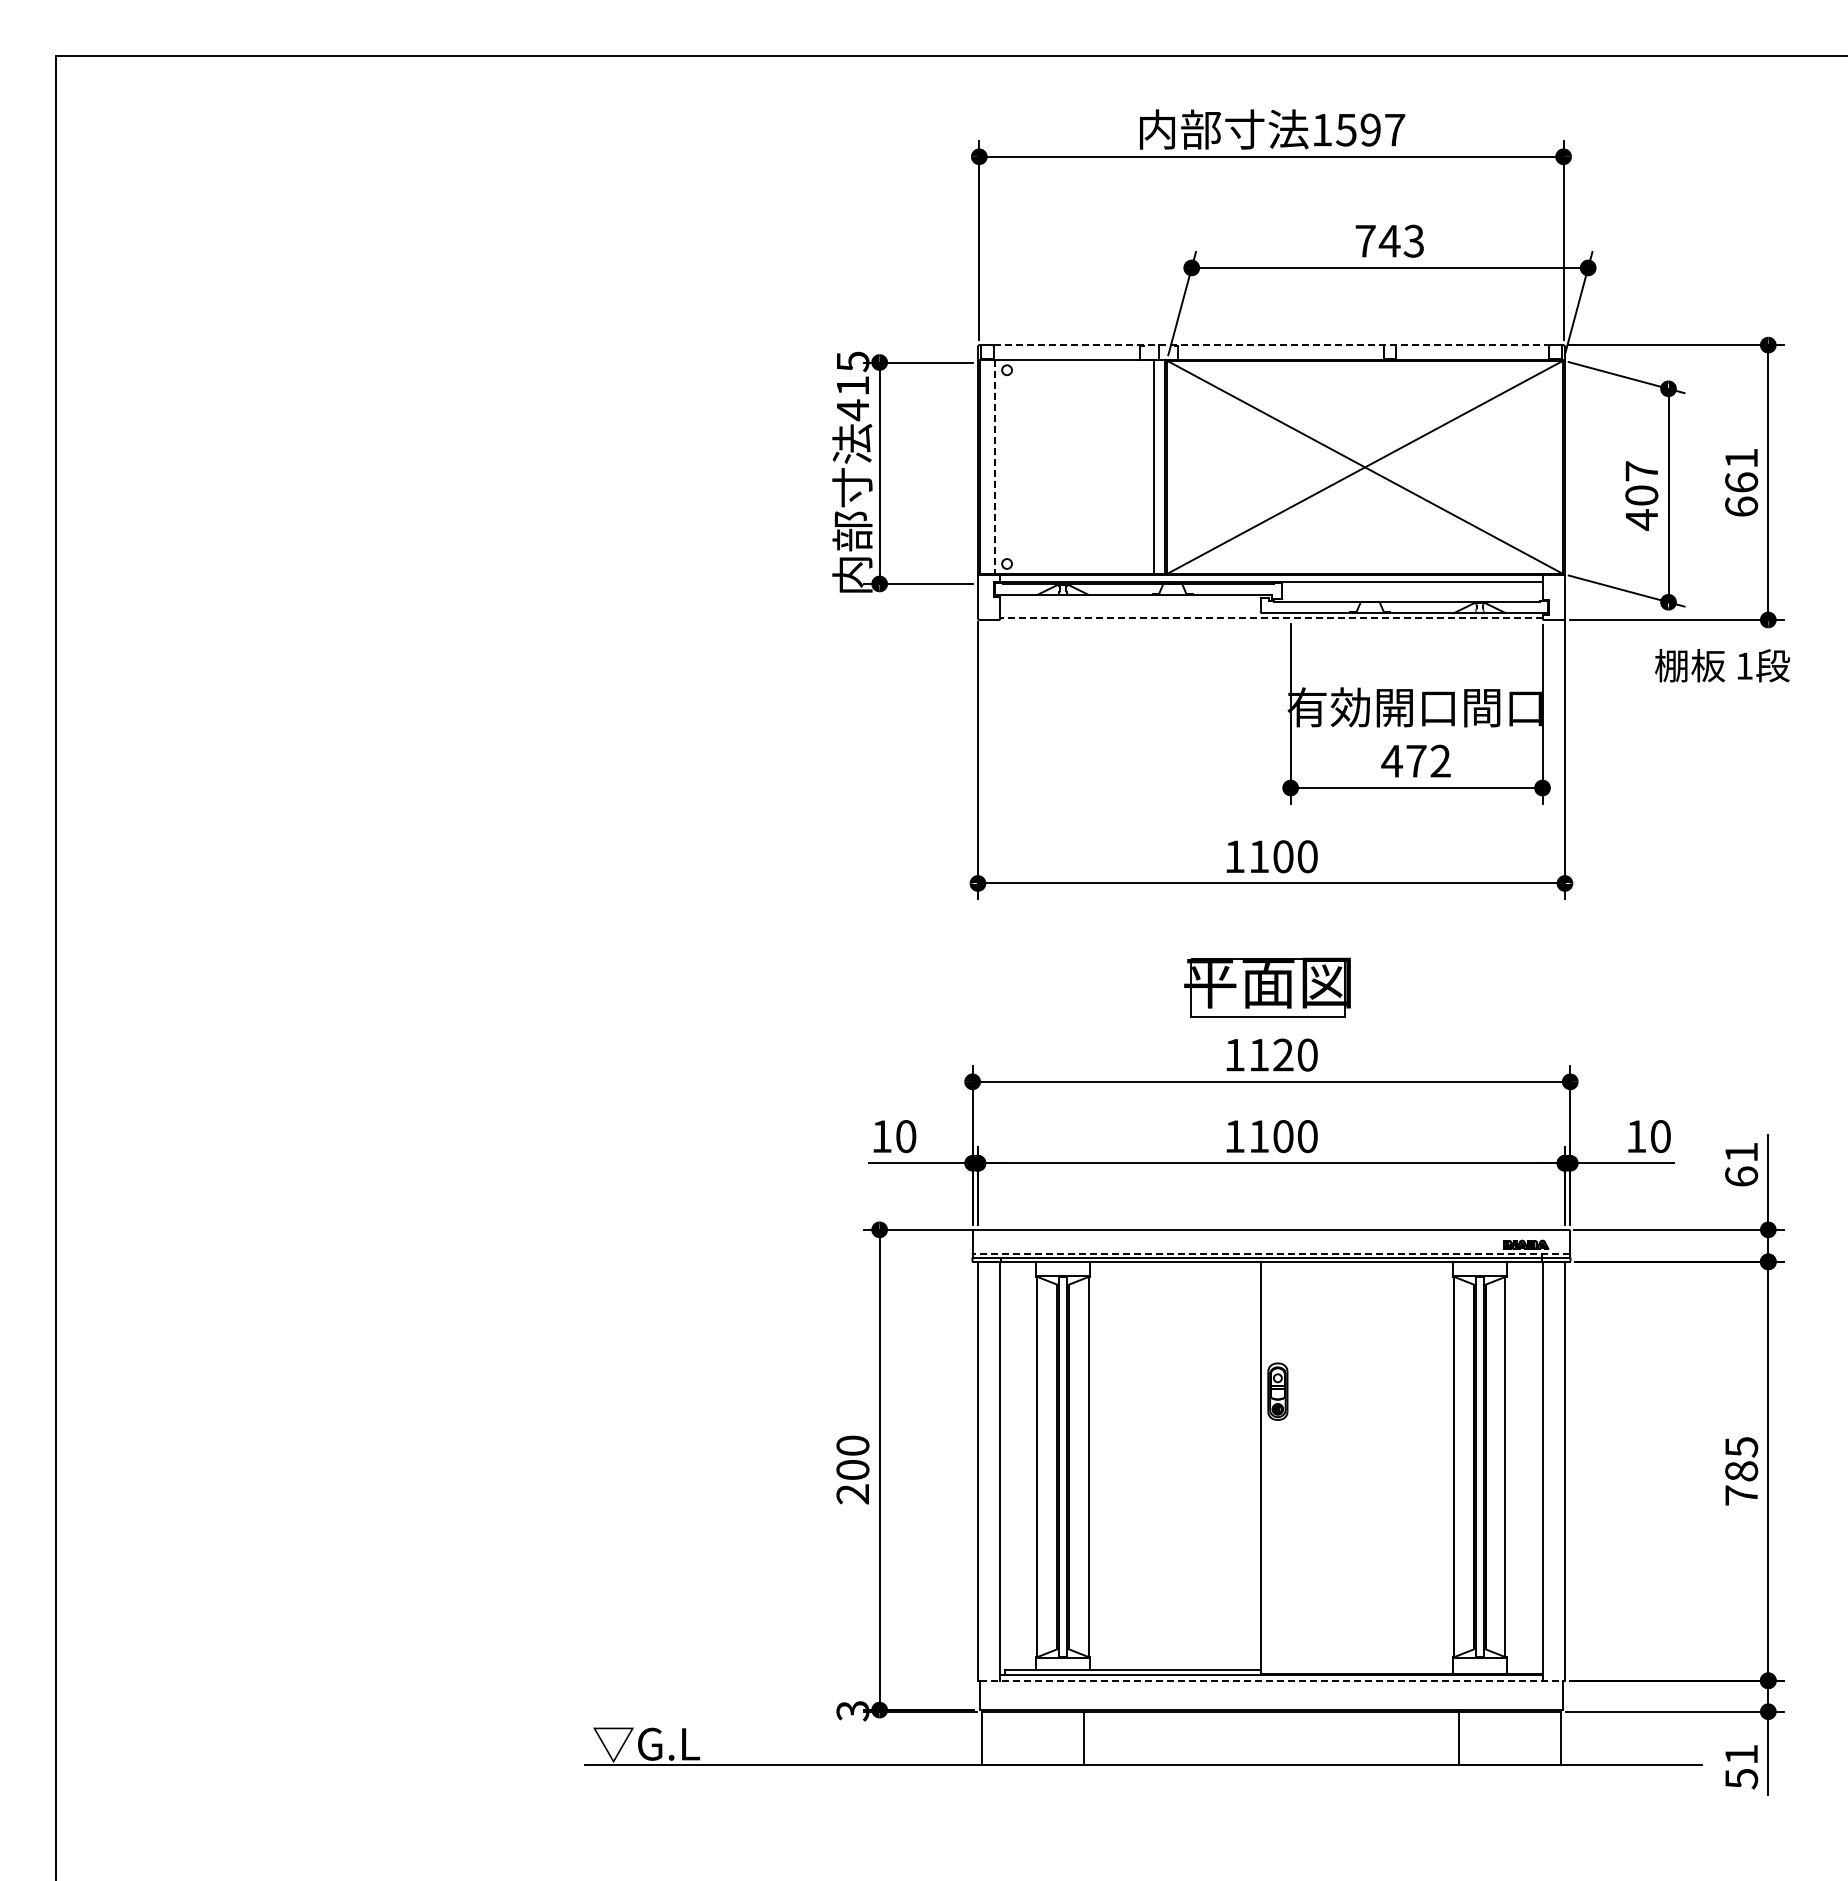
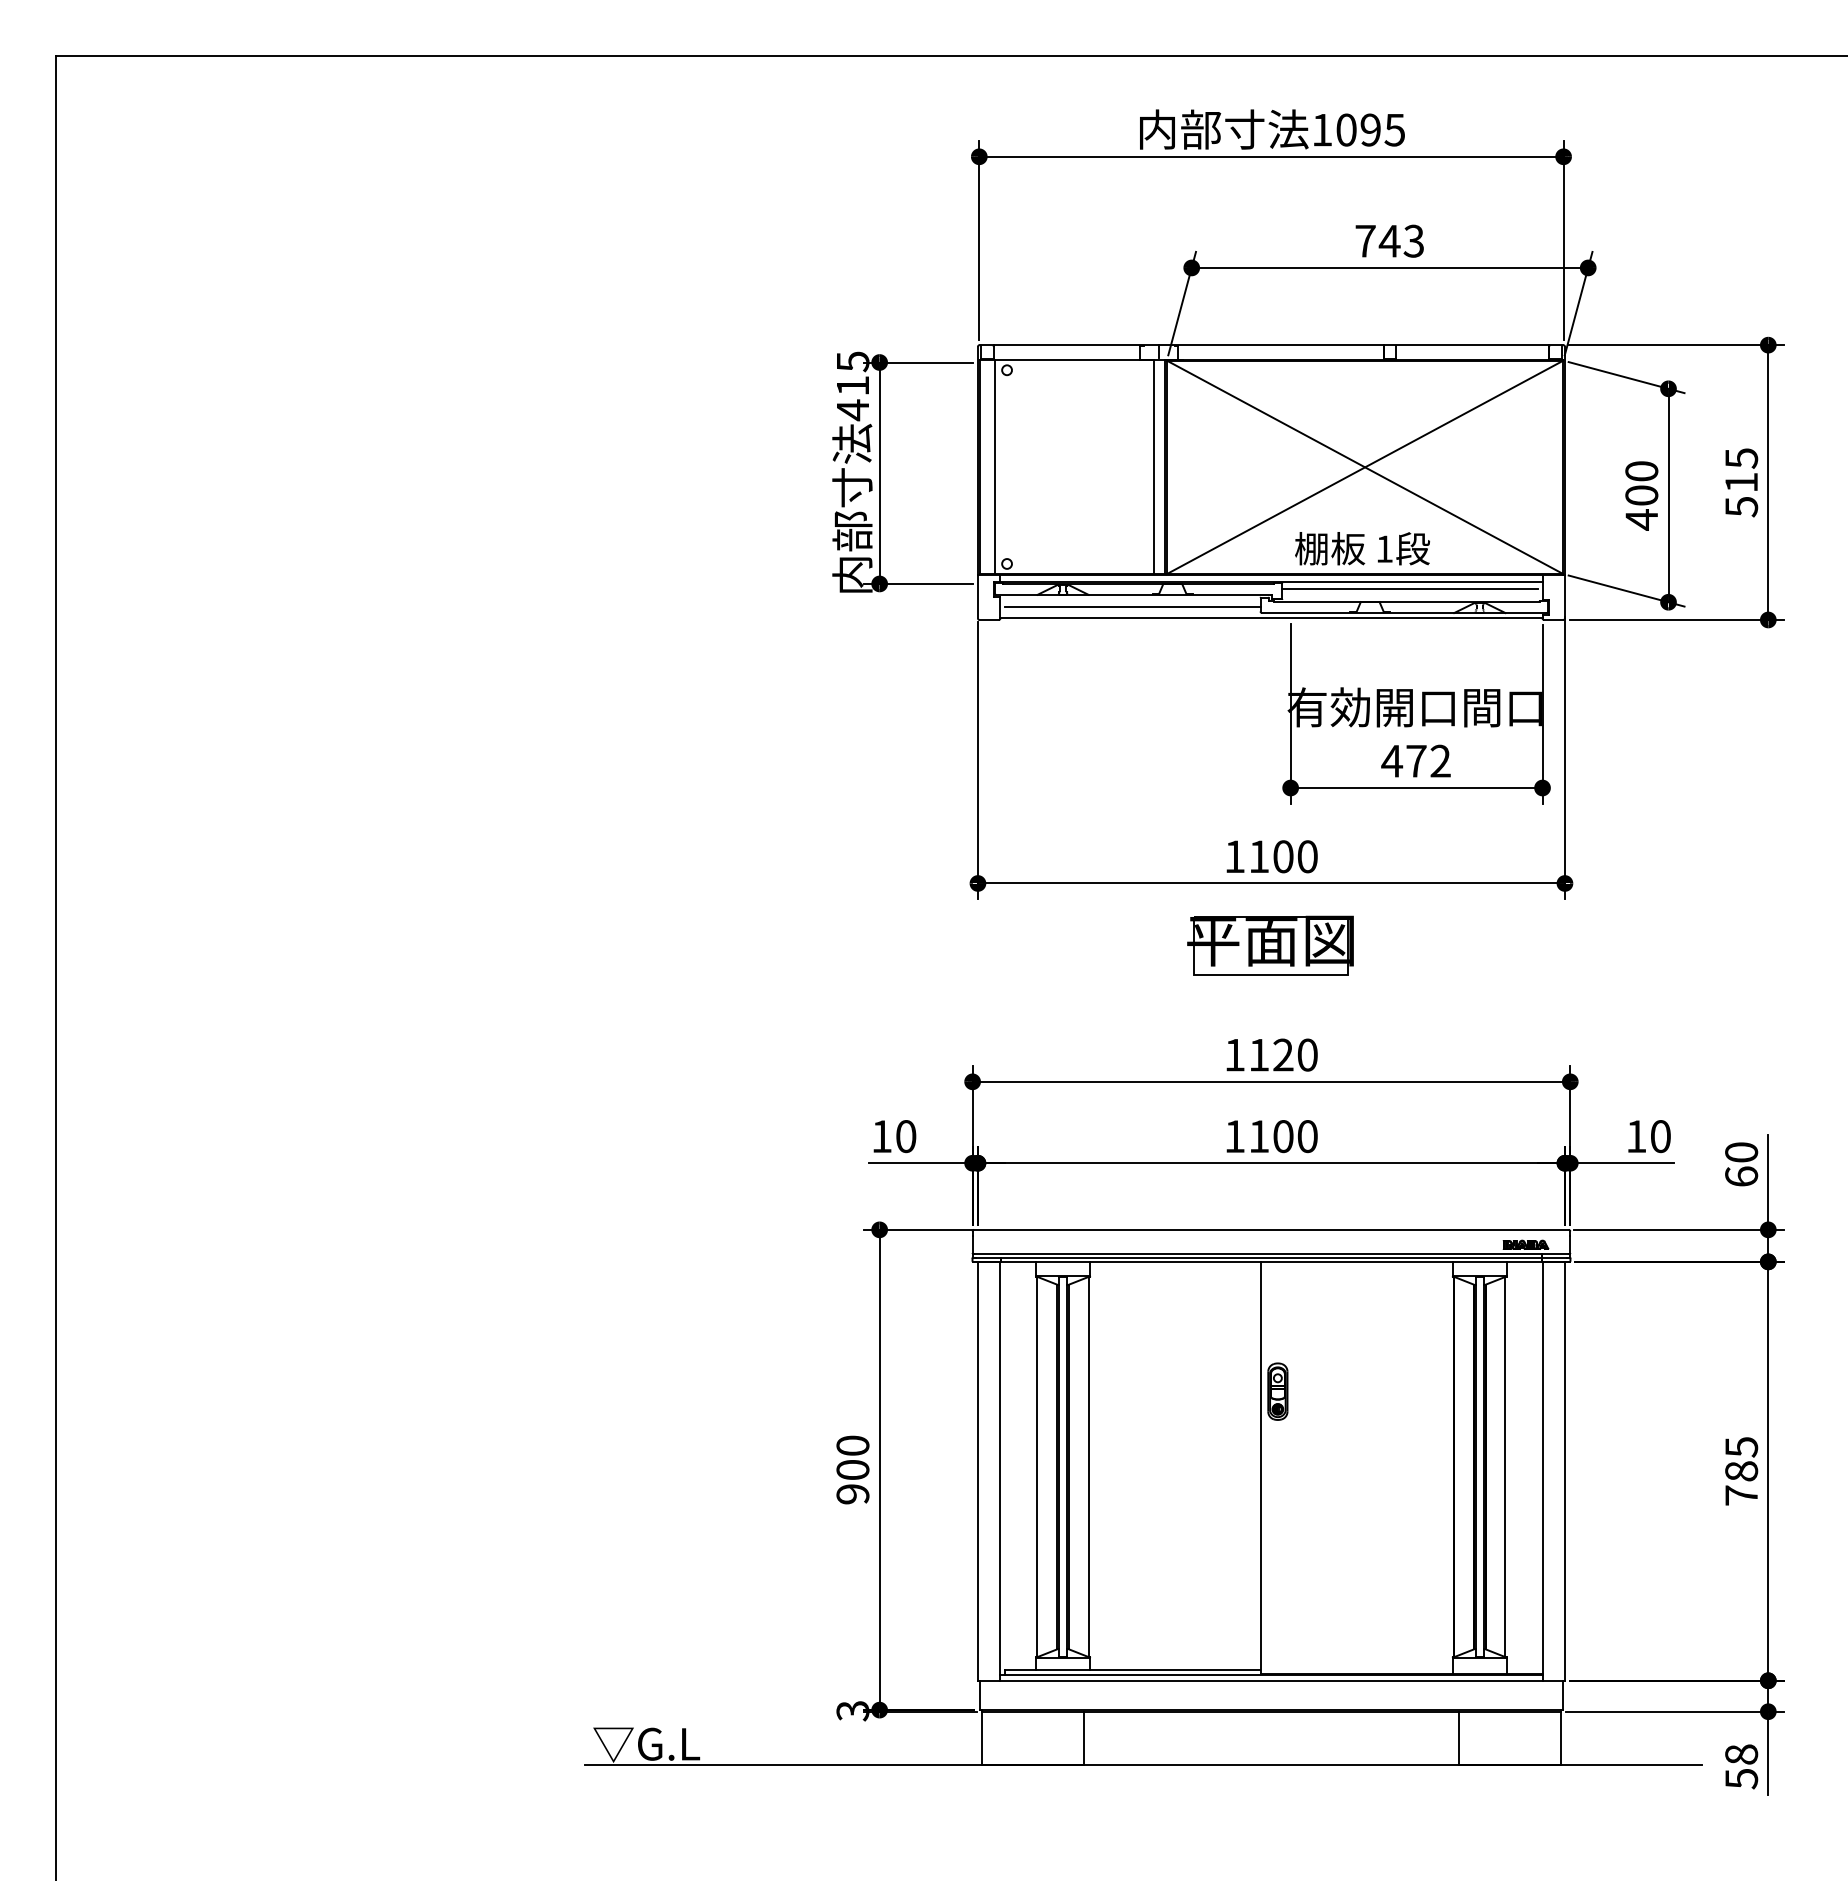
text at (1370, 129): 1597 -> 1095
line at (1271, 345): dashed -> solid
line at (994, 467): dashed -> solid
text at (1641, 471): 407 -> 400
text at (1741, 482): 661 -> 515
line at (1410, 589): none -> present
line at (1132, 607): none -> present
line at (1270, 618): dashed -> solid
text at (1722, 665) position: (1722, 665) -> (1362, 548)
part at (1267, 987) position: (1267, 987) -> (1270, 945)
text at (1741, 1152): 61 -> 60
line at (1271, 1253): dashed -> solid
text at (853, 1494): 200 -> 900
line at (1272, 1680): dashed -> solid
text at (1741, 1754): 51 -> 58
